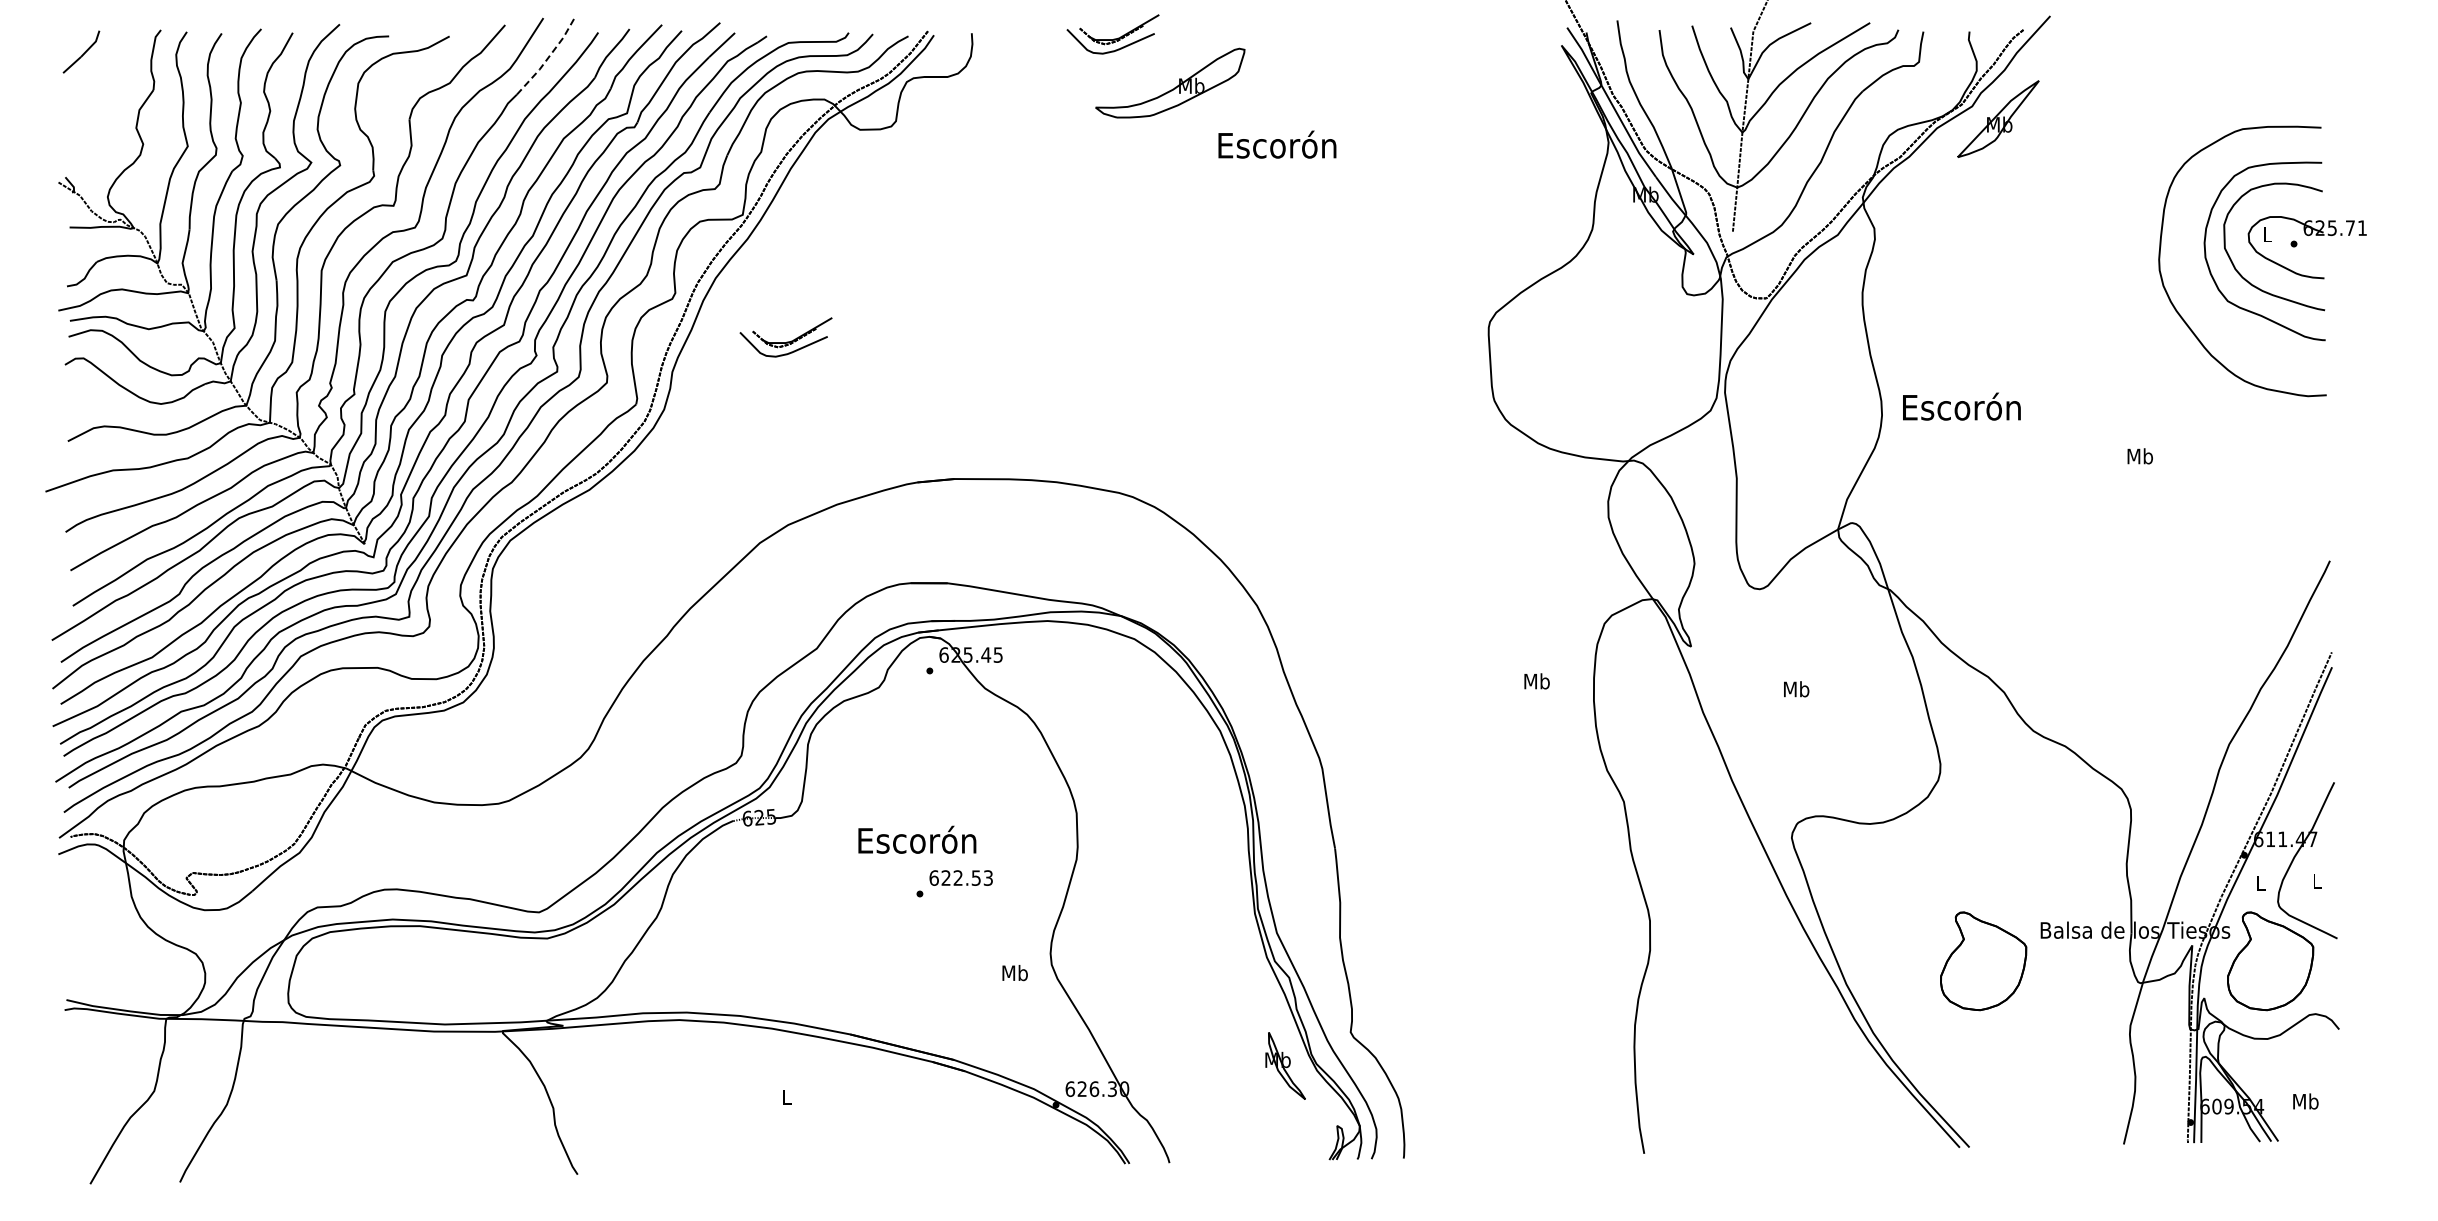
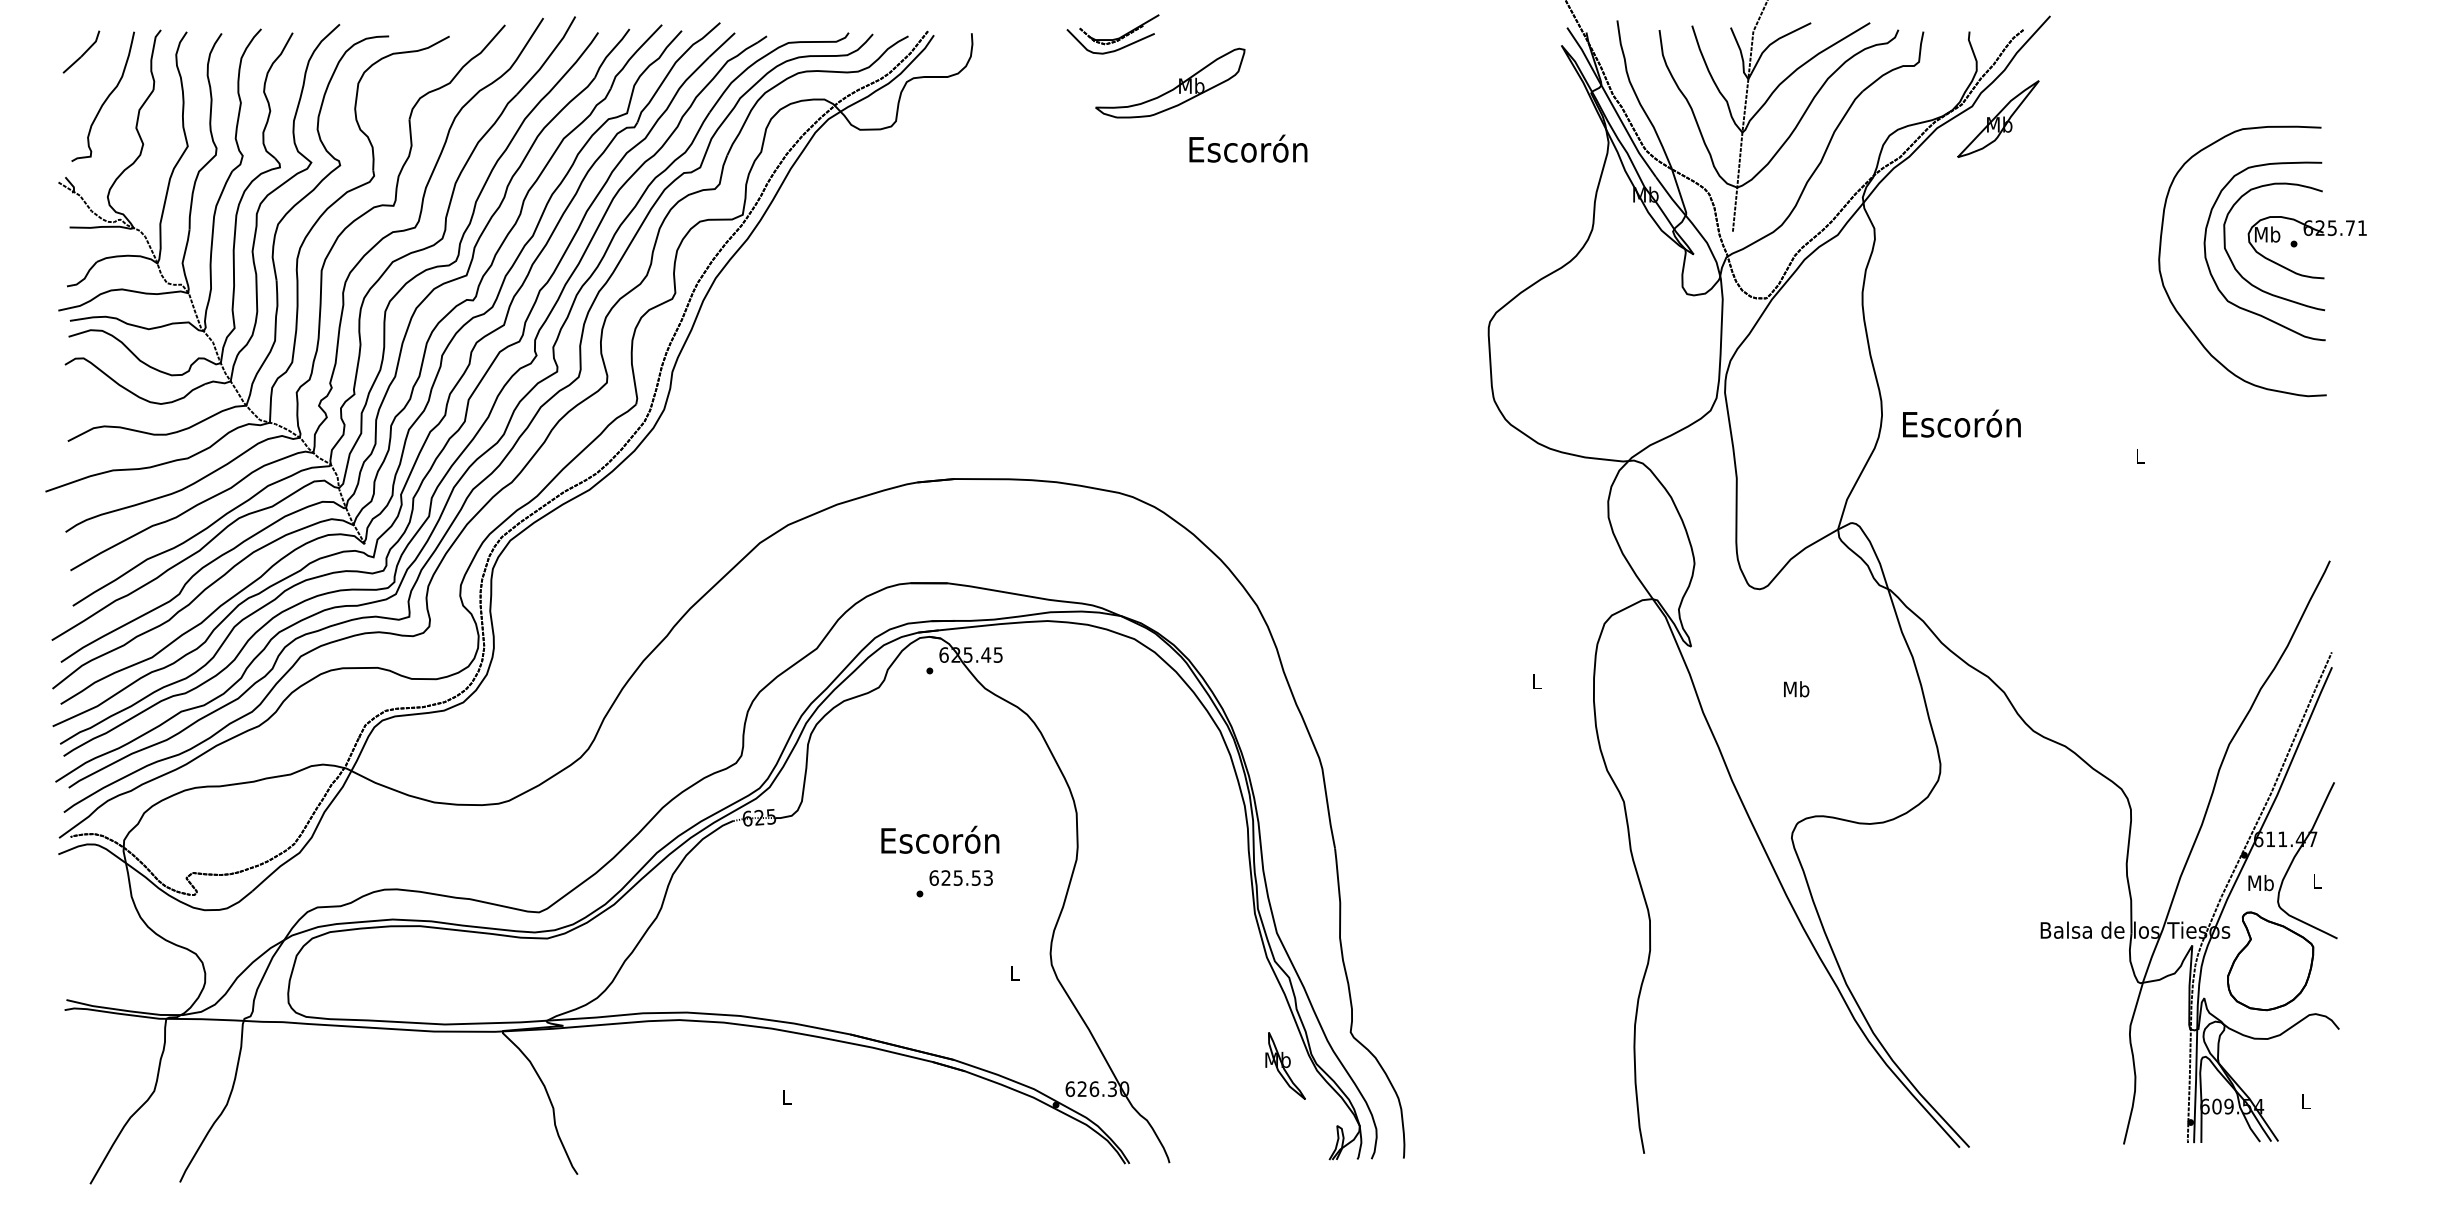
line at (549, 56): dashed -> solid
curve at (106, 97): none -> present
text at (1277, 144) position: (1277, 144) -> (1248, 148)
text at (2267, 234): L -> Mb
part at (785, 337): present -> none
text at (1961, 406) position: (1961, 406) -> (1961, 423)
text at (2139, 456): Mb -> L
text at (1536, 681): Mb -> L
text at (917, 839) position: (917, 839) -> (940, 839)
text at (957, 877): 622.53 -> 625.53
text at (2260, 883): L -> Mb
part at (1983, 961): present -> none
text at (1014, 973): Mb -> L
text at (2305, 1101): Mb -> L
